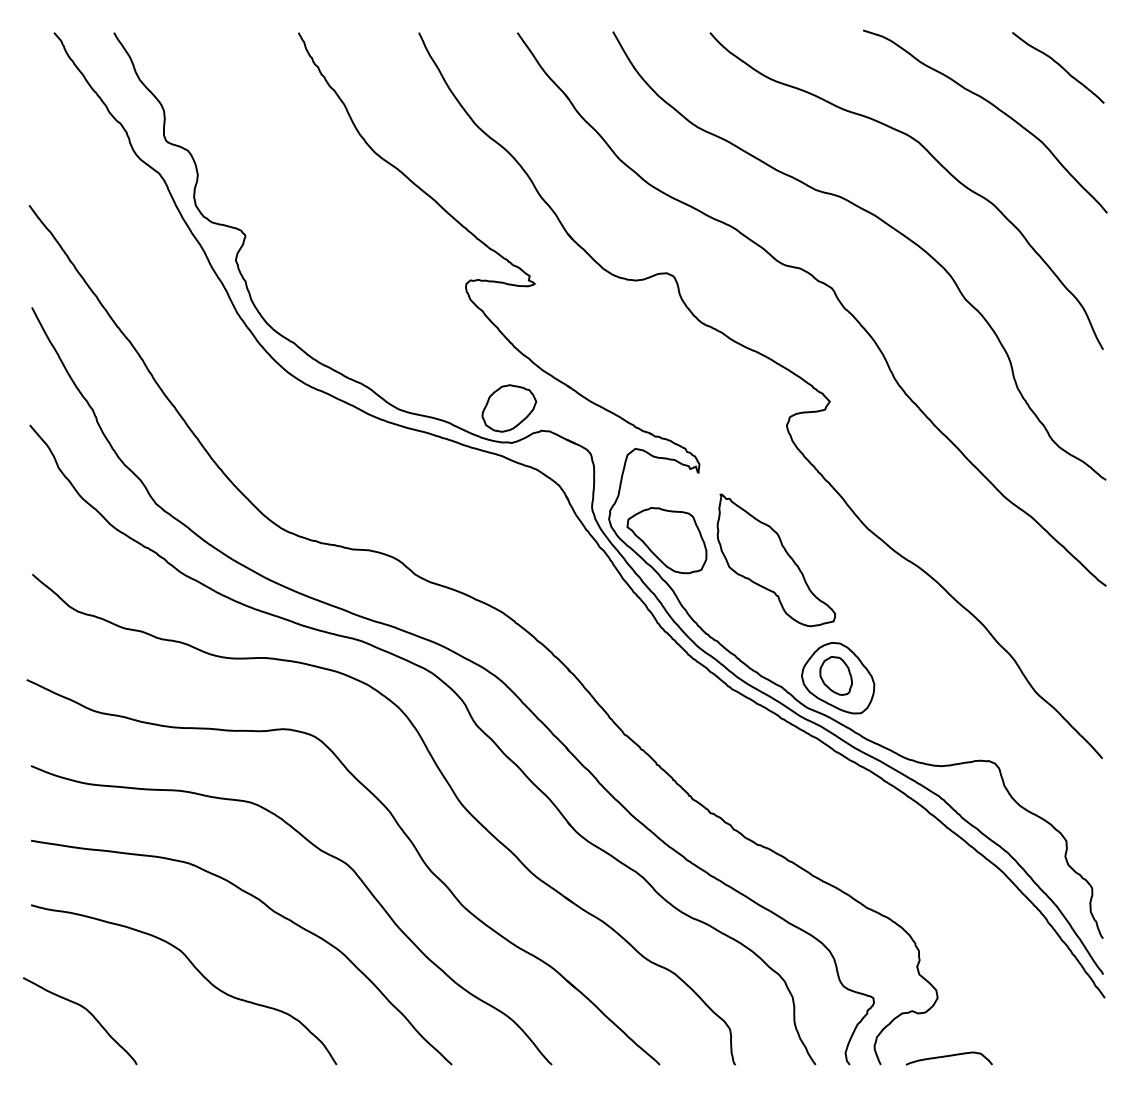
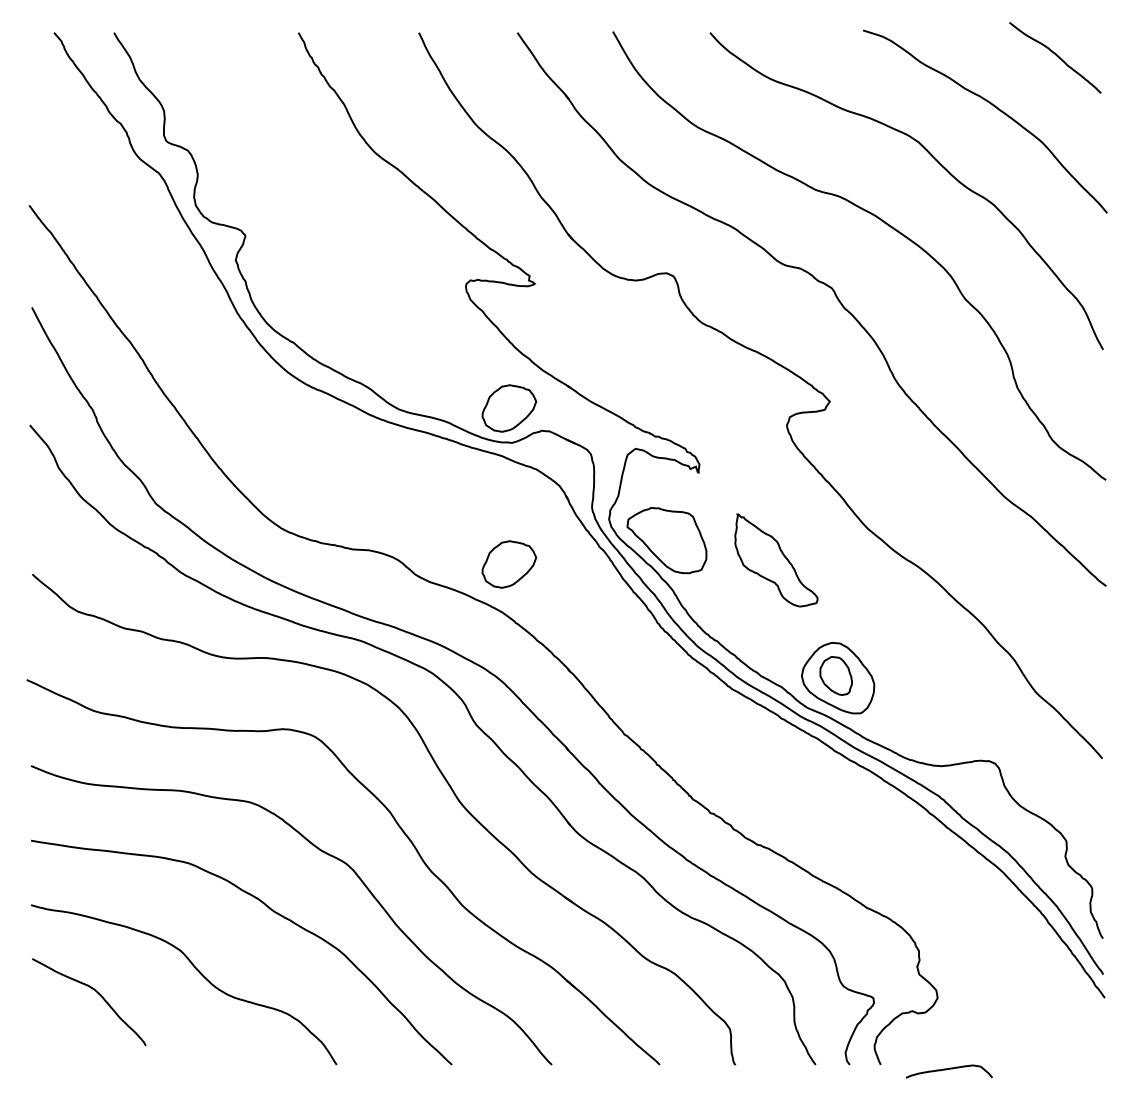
curve at (1059, 66) position: (1059, 66) -> (1056, 56)
part at (776, 560) size: 121x135 px -> 85x95 px
part at (509, 564): none -> present
curve at (88, 1012) position: (88, 1012) -> (97, 993)
curve at (948, 1056) position: (948, 1056) -> (948, 1069)
